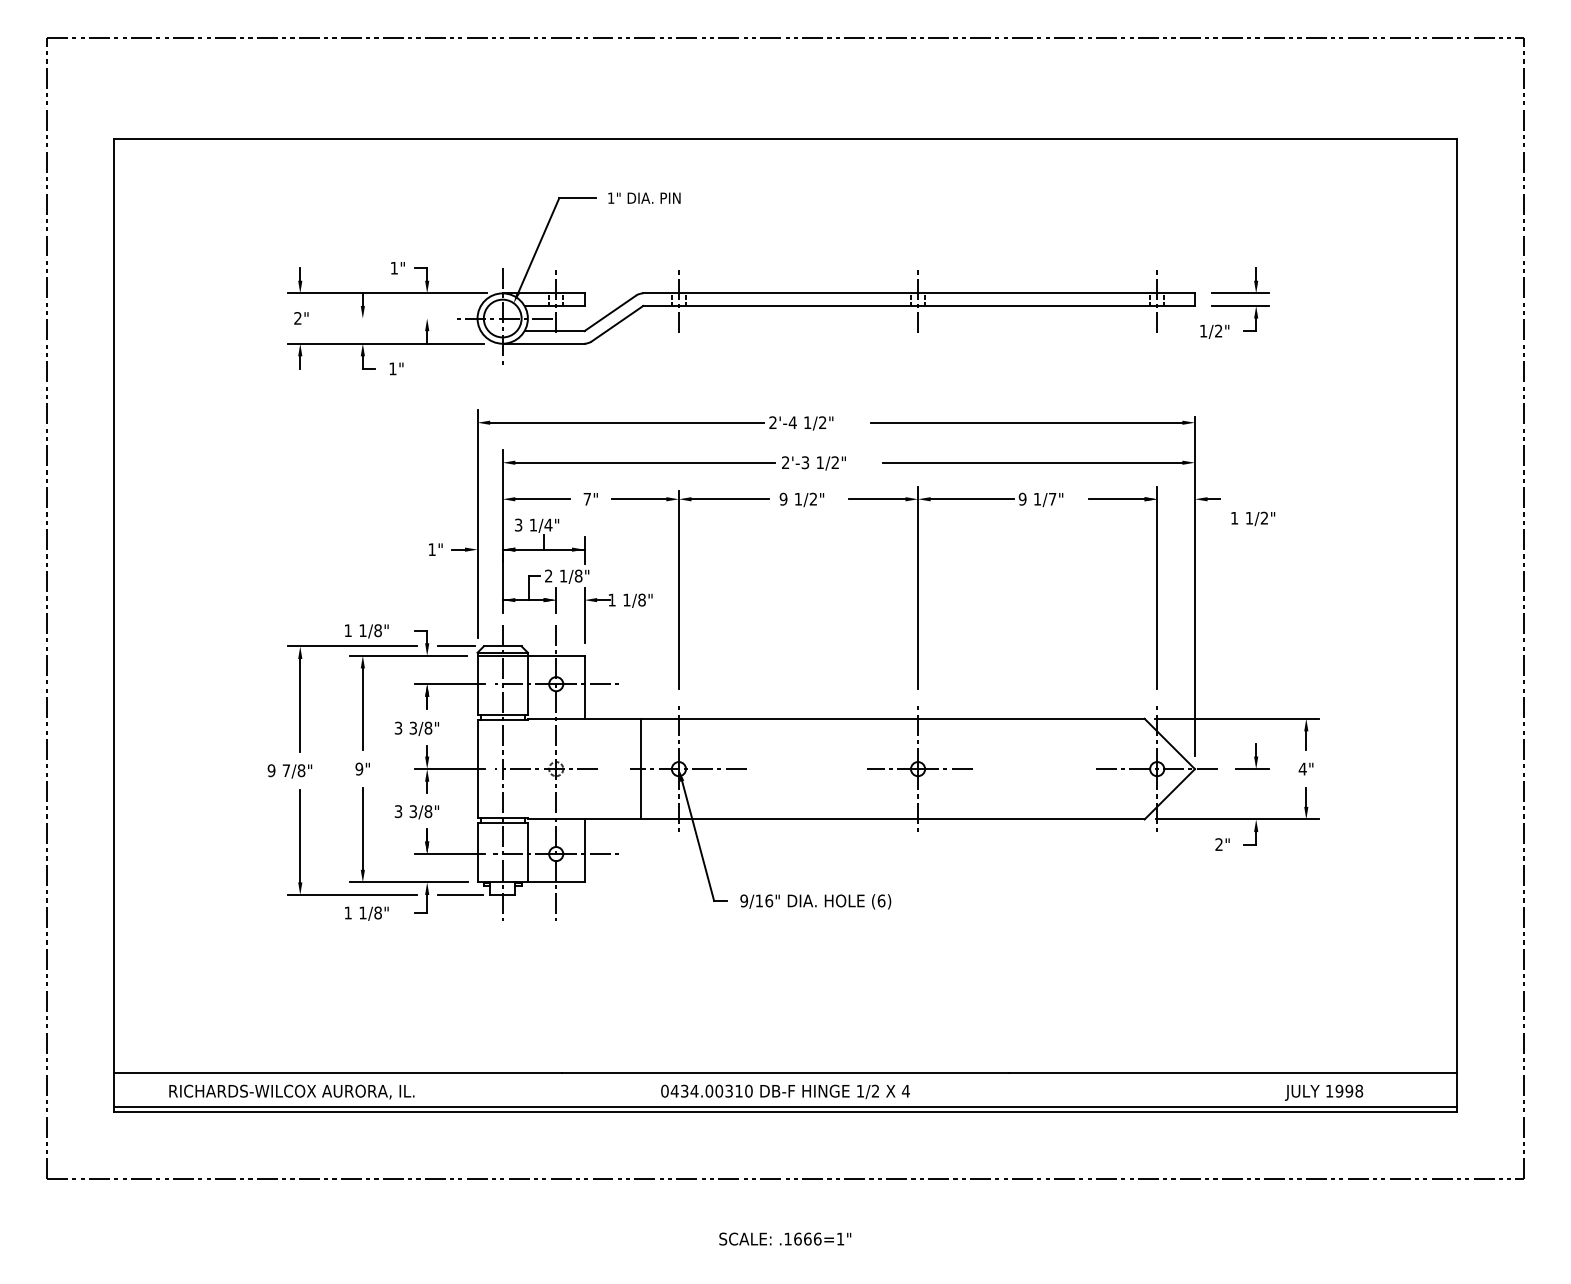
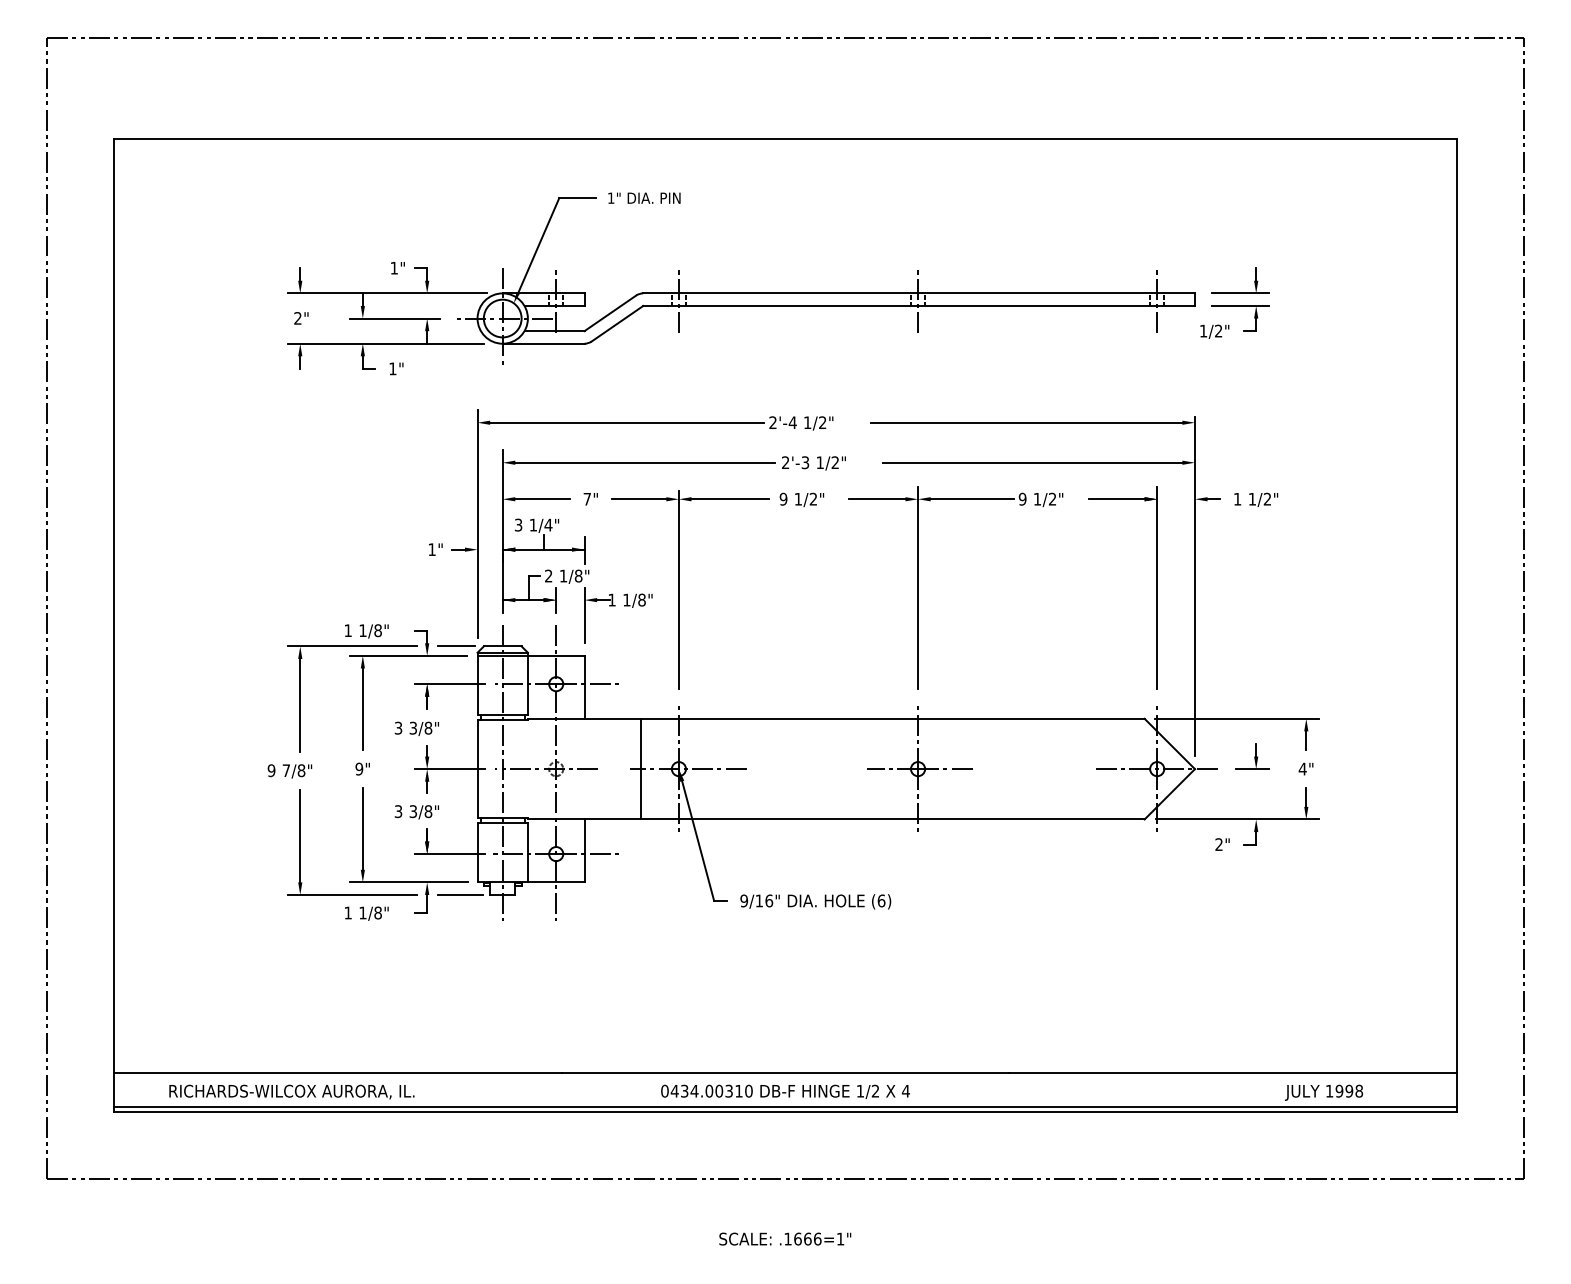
line at (395, 318): none -> present
text at (1052, 498): 1/7" -> 1/2"
text at (1253, 518) position: (1253, 518) -> (1256, 499)
